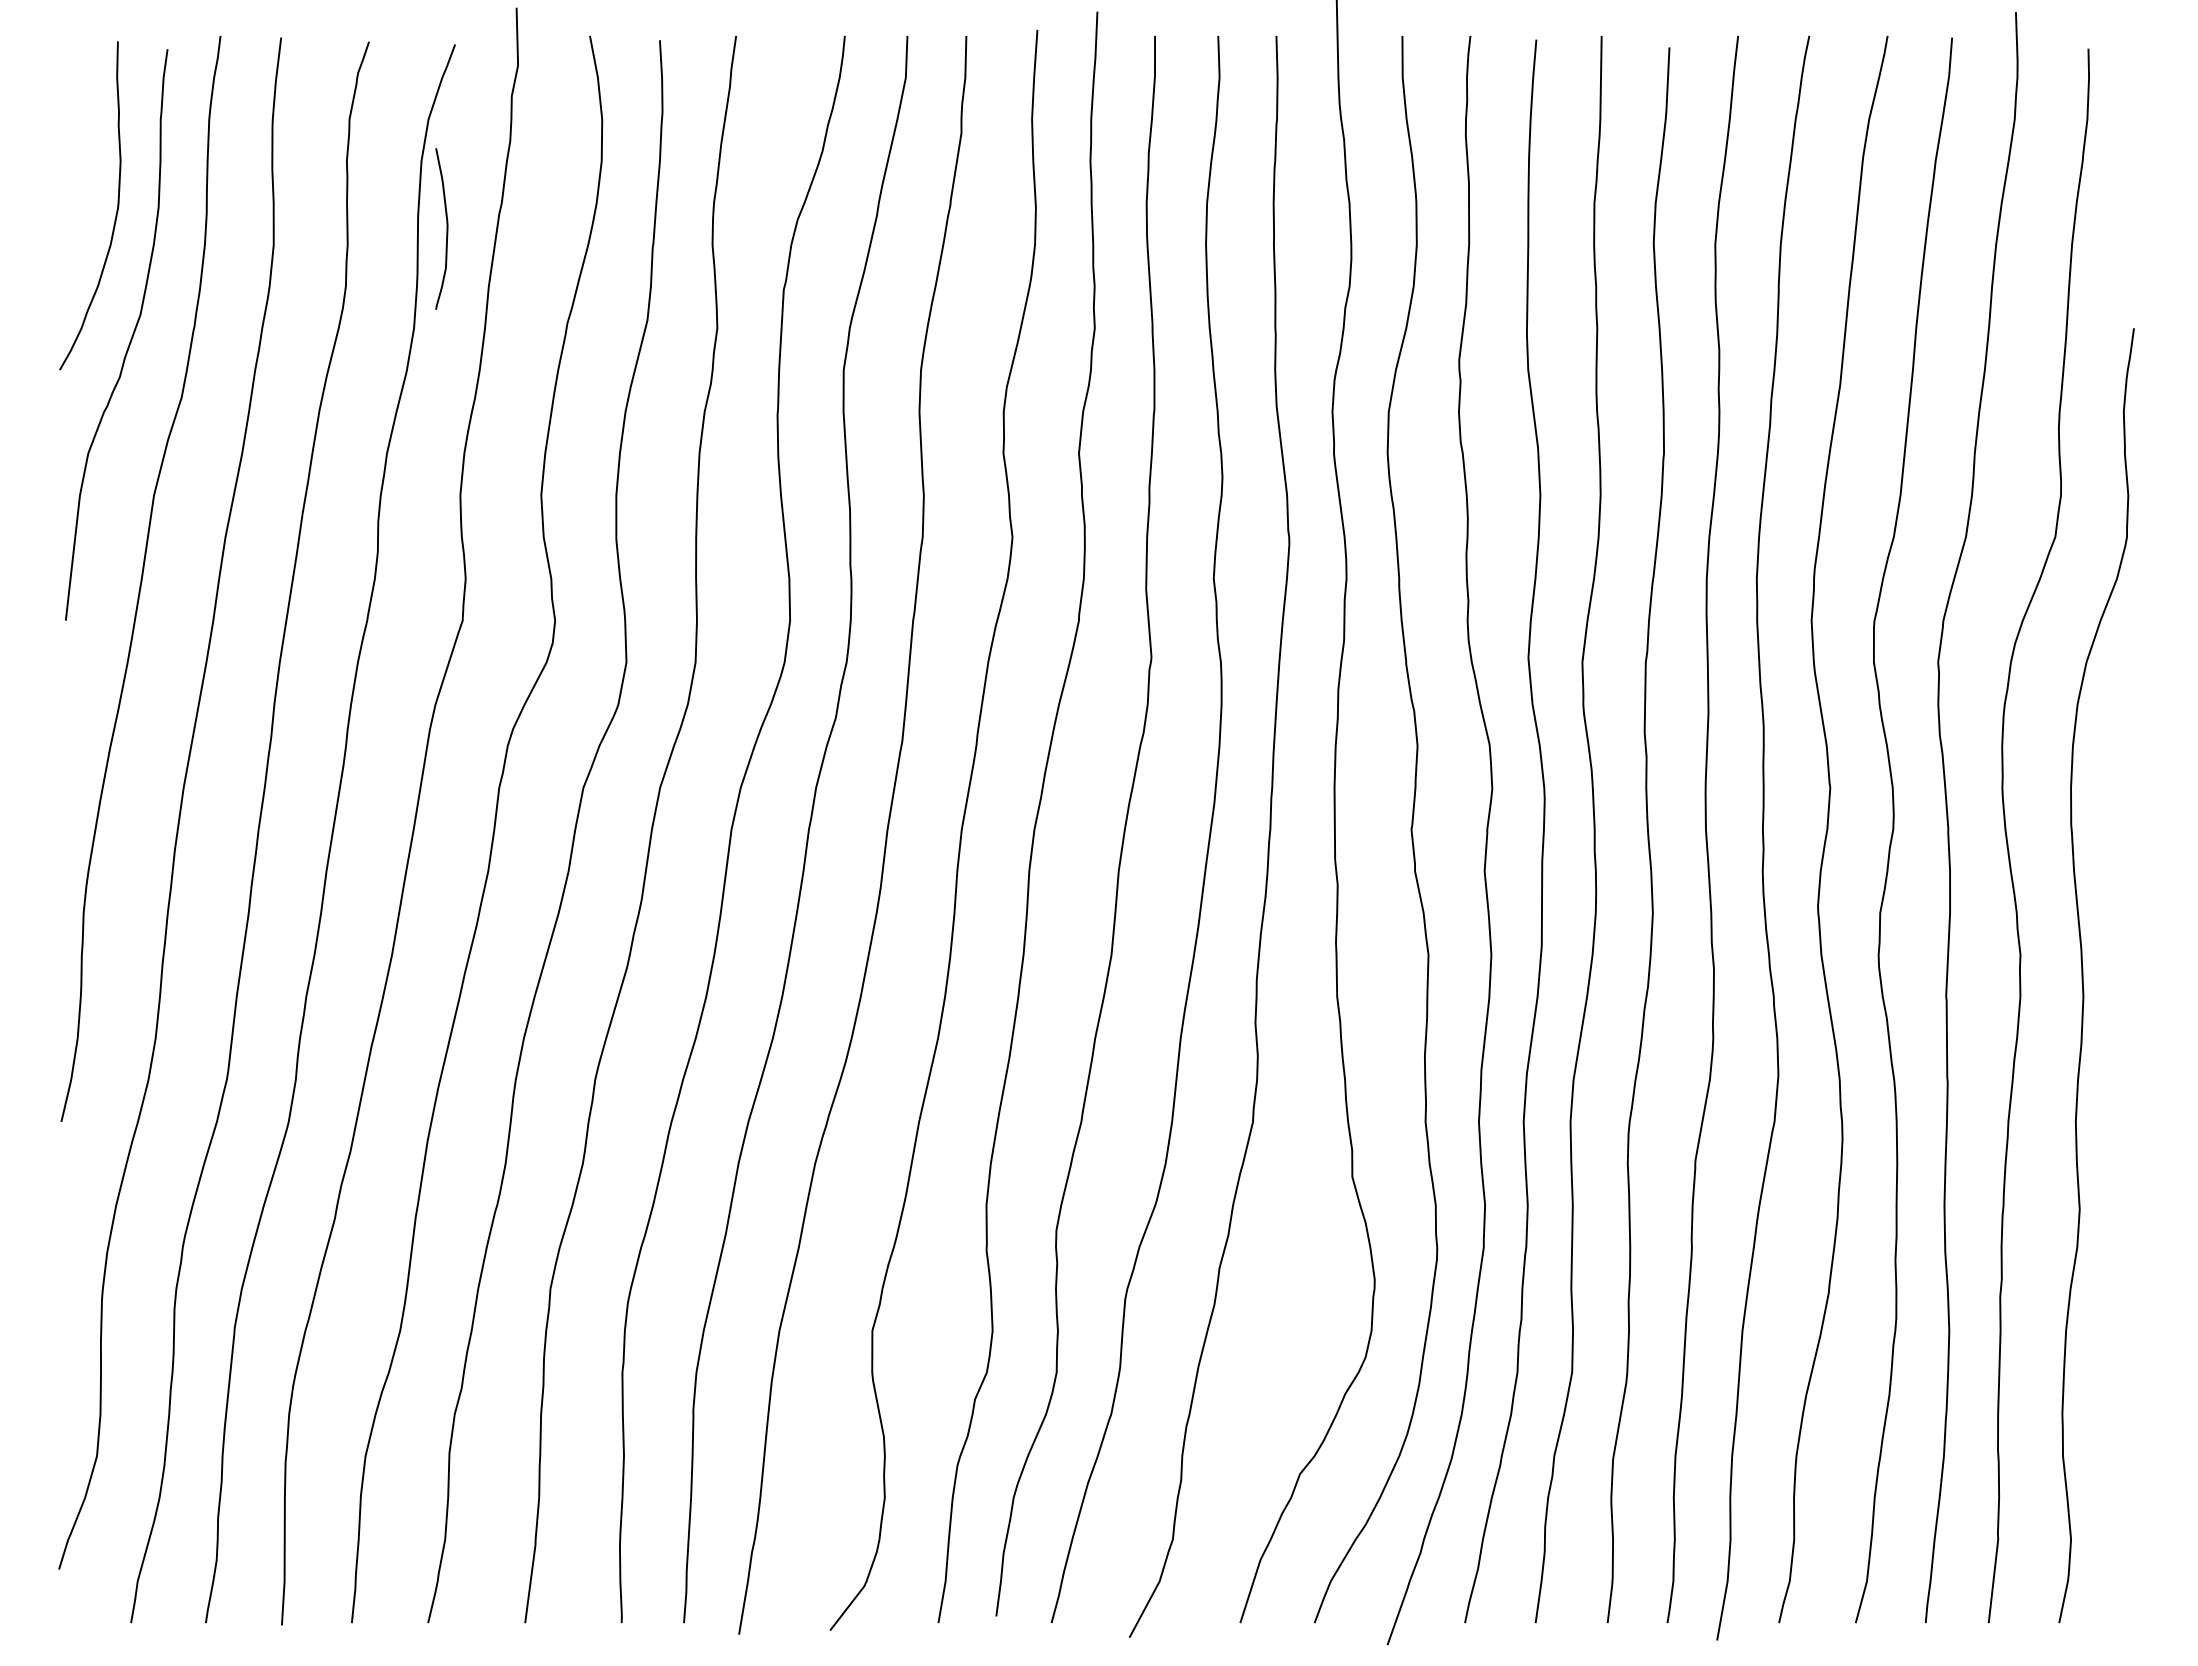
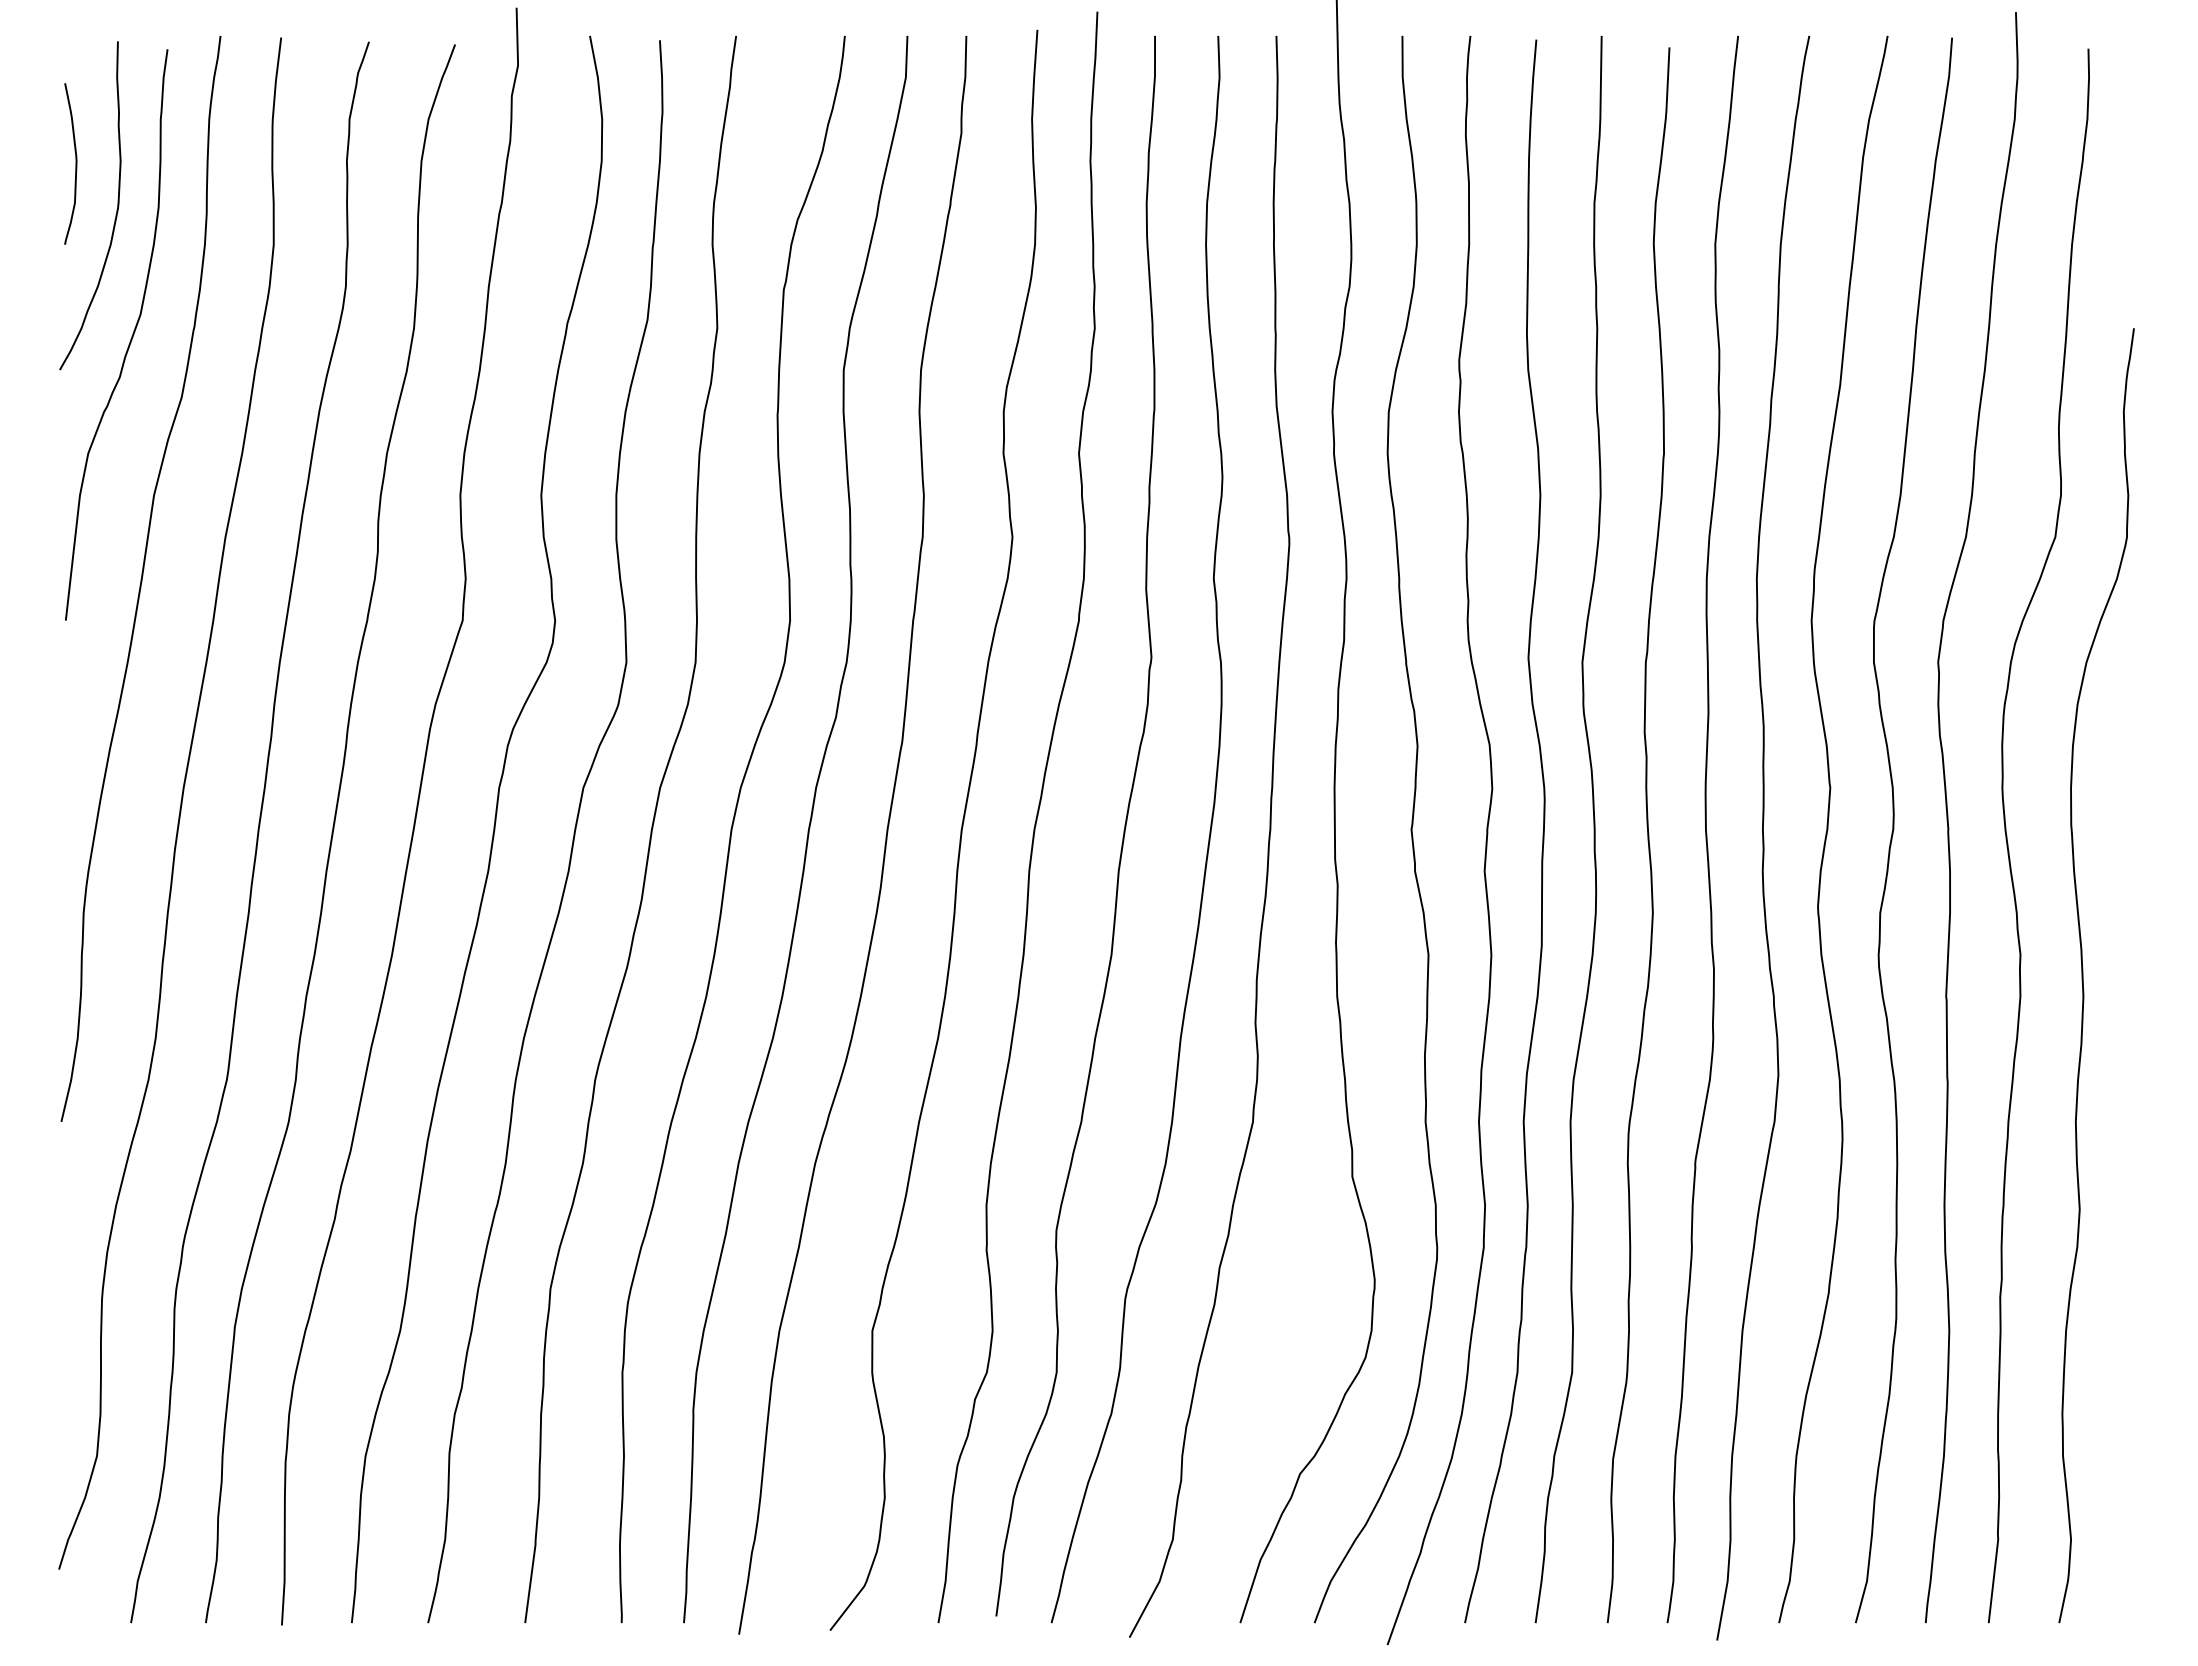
curve at (446, 228) position: (446, 228) -> (75, 163)
